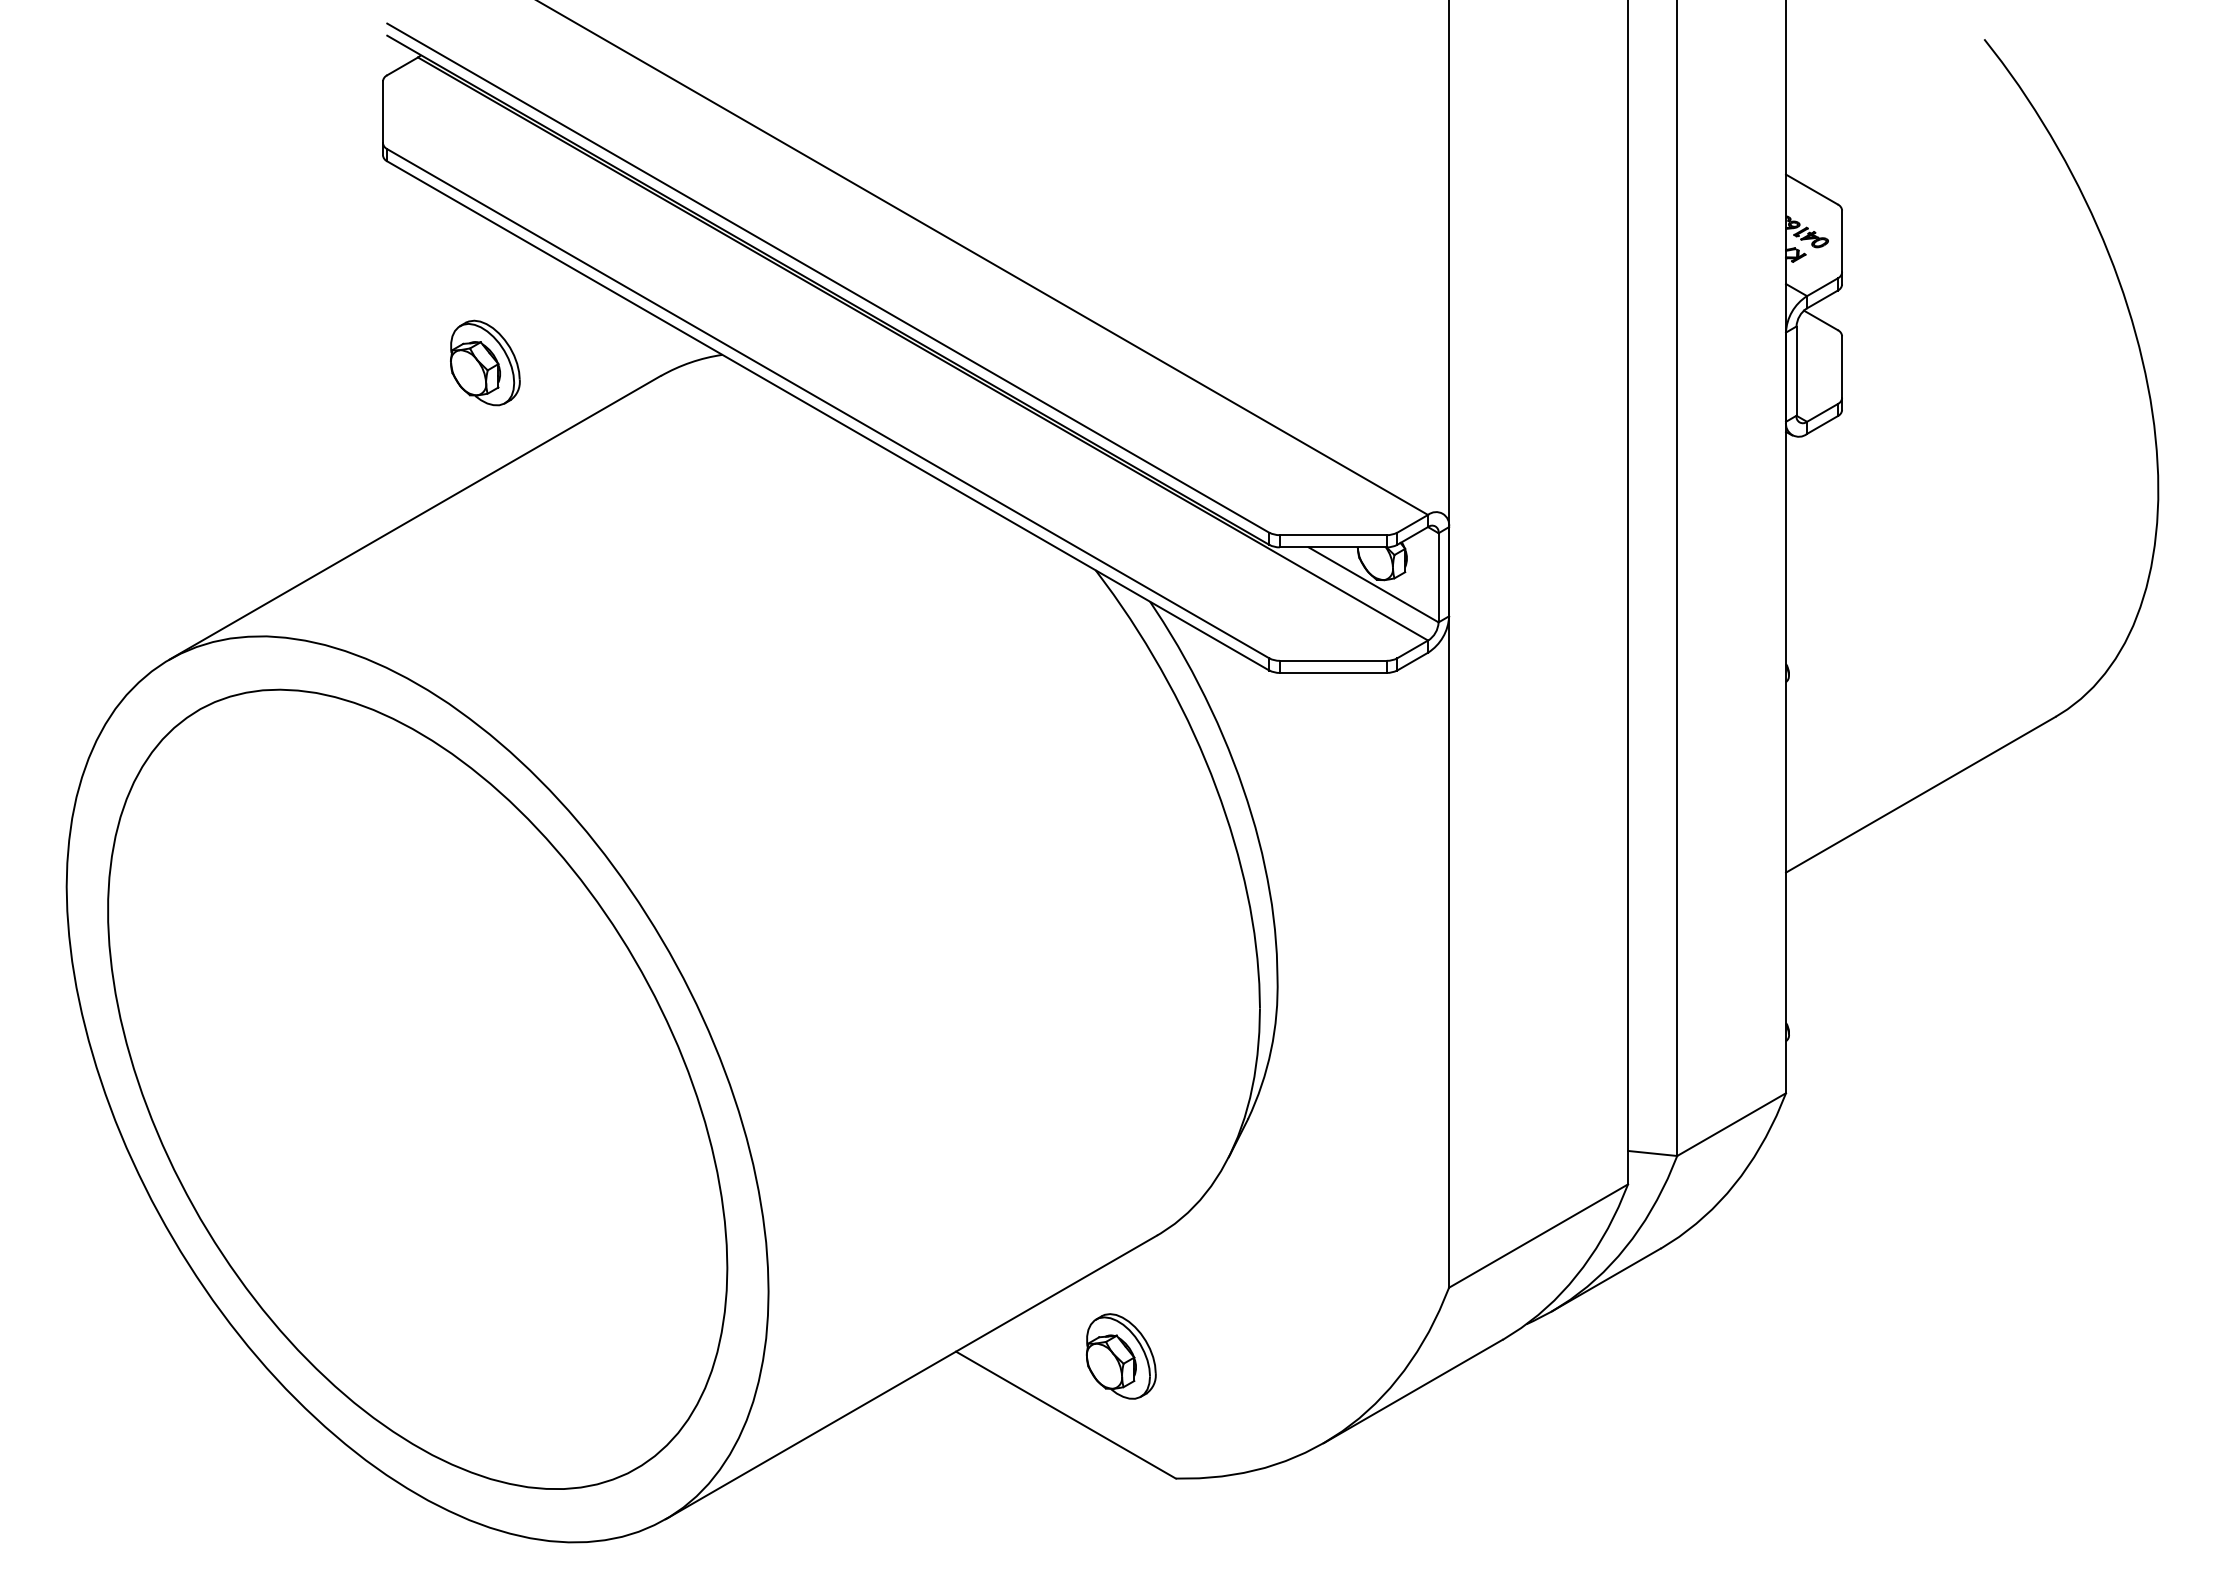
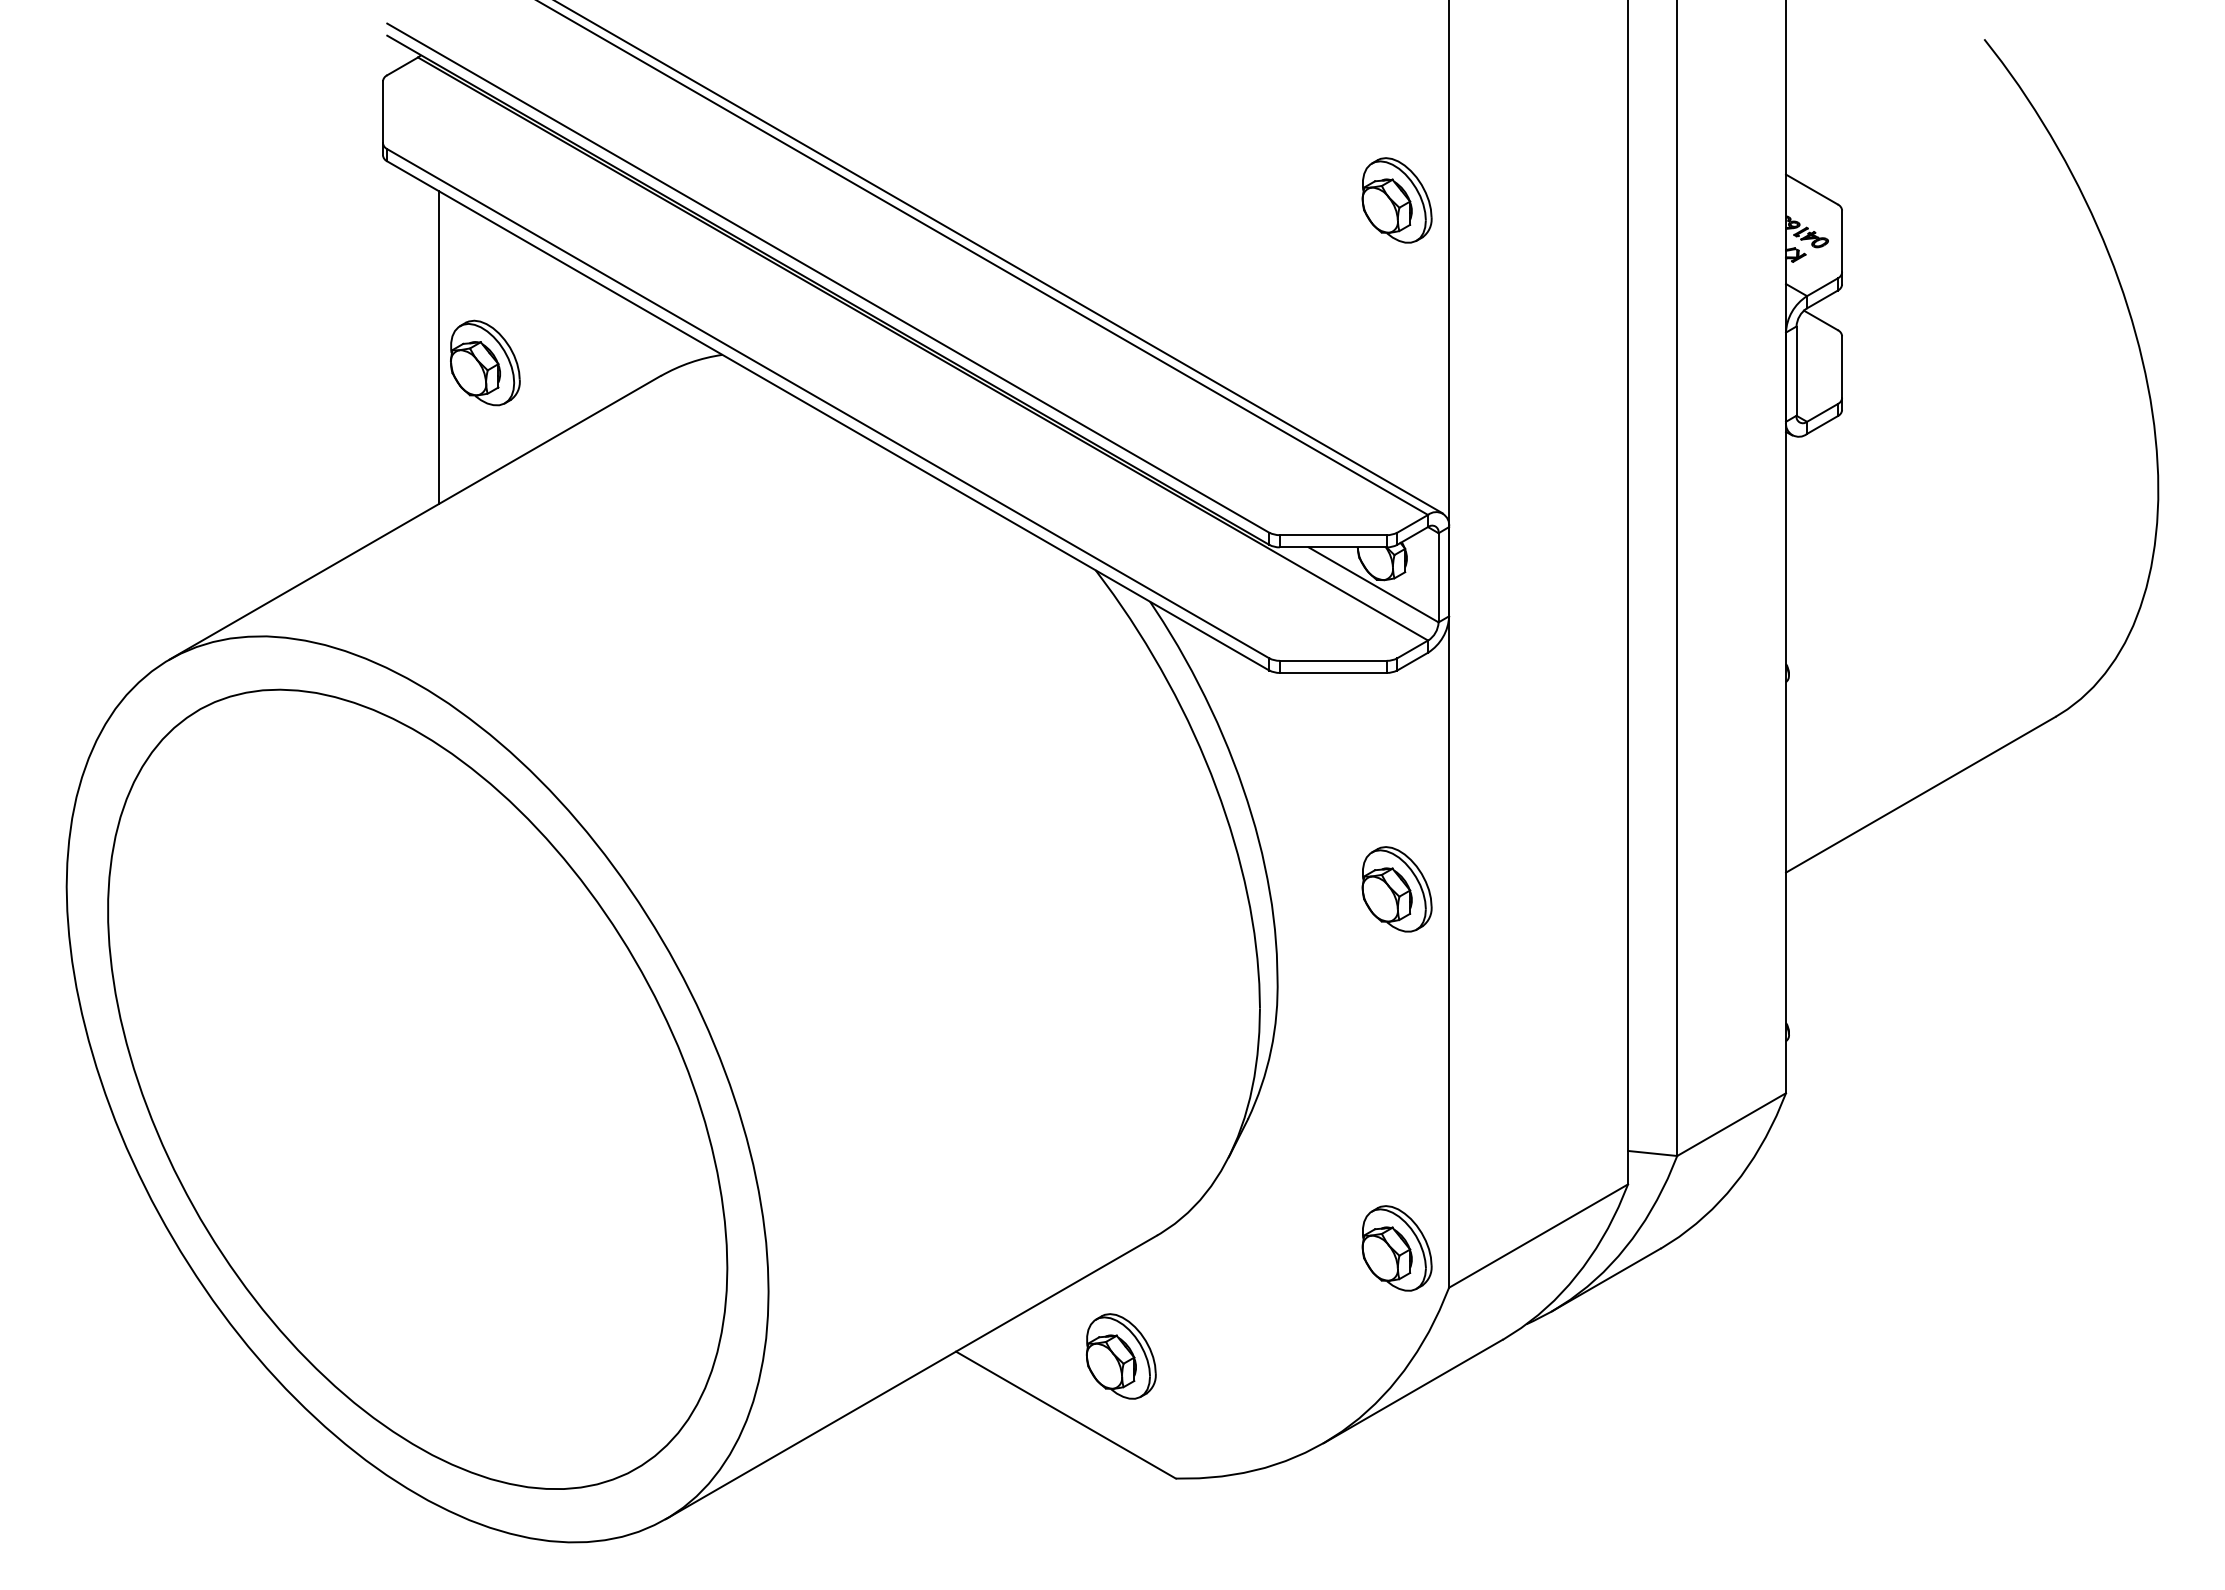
part at (1396, 200): none -> present
line at (999, 257): none -> present
line at (439, 347): none -> present
part at (1396, 889): none -> present
part at (1396, 1248): none -> present
